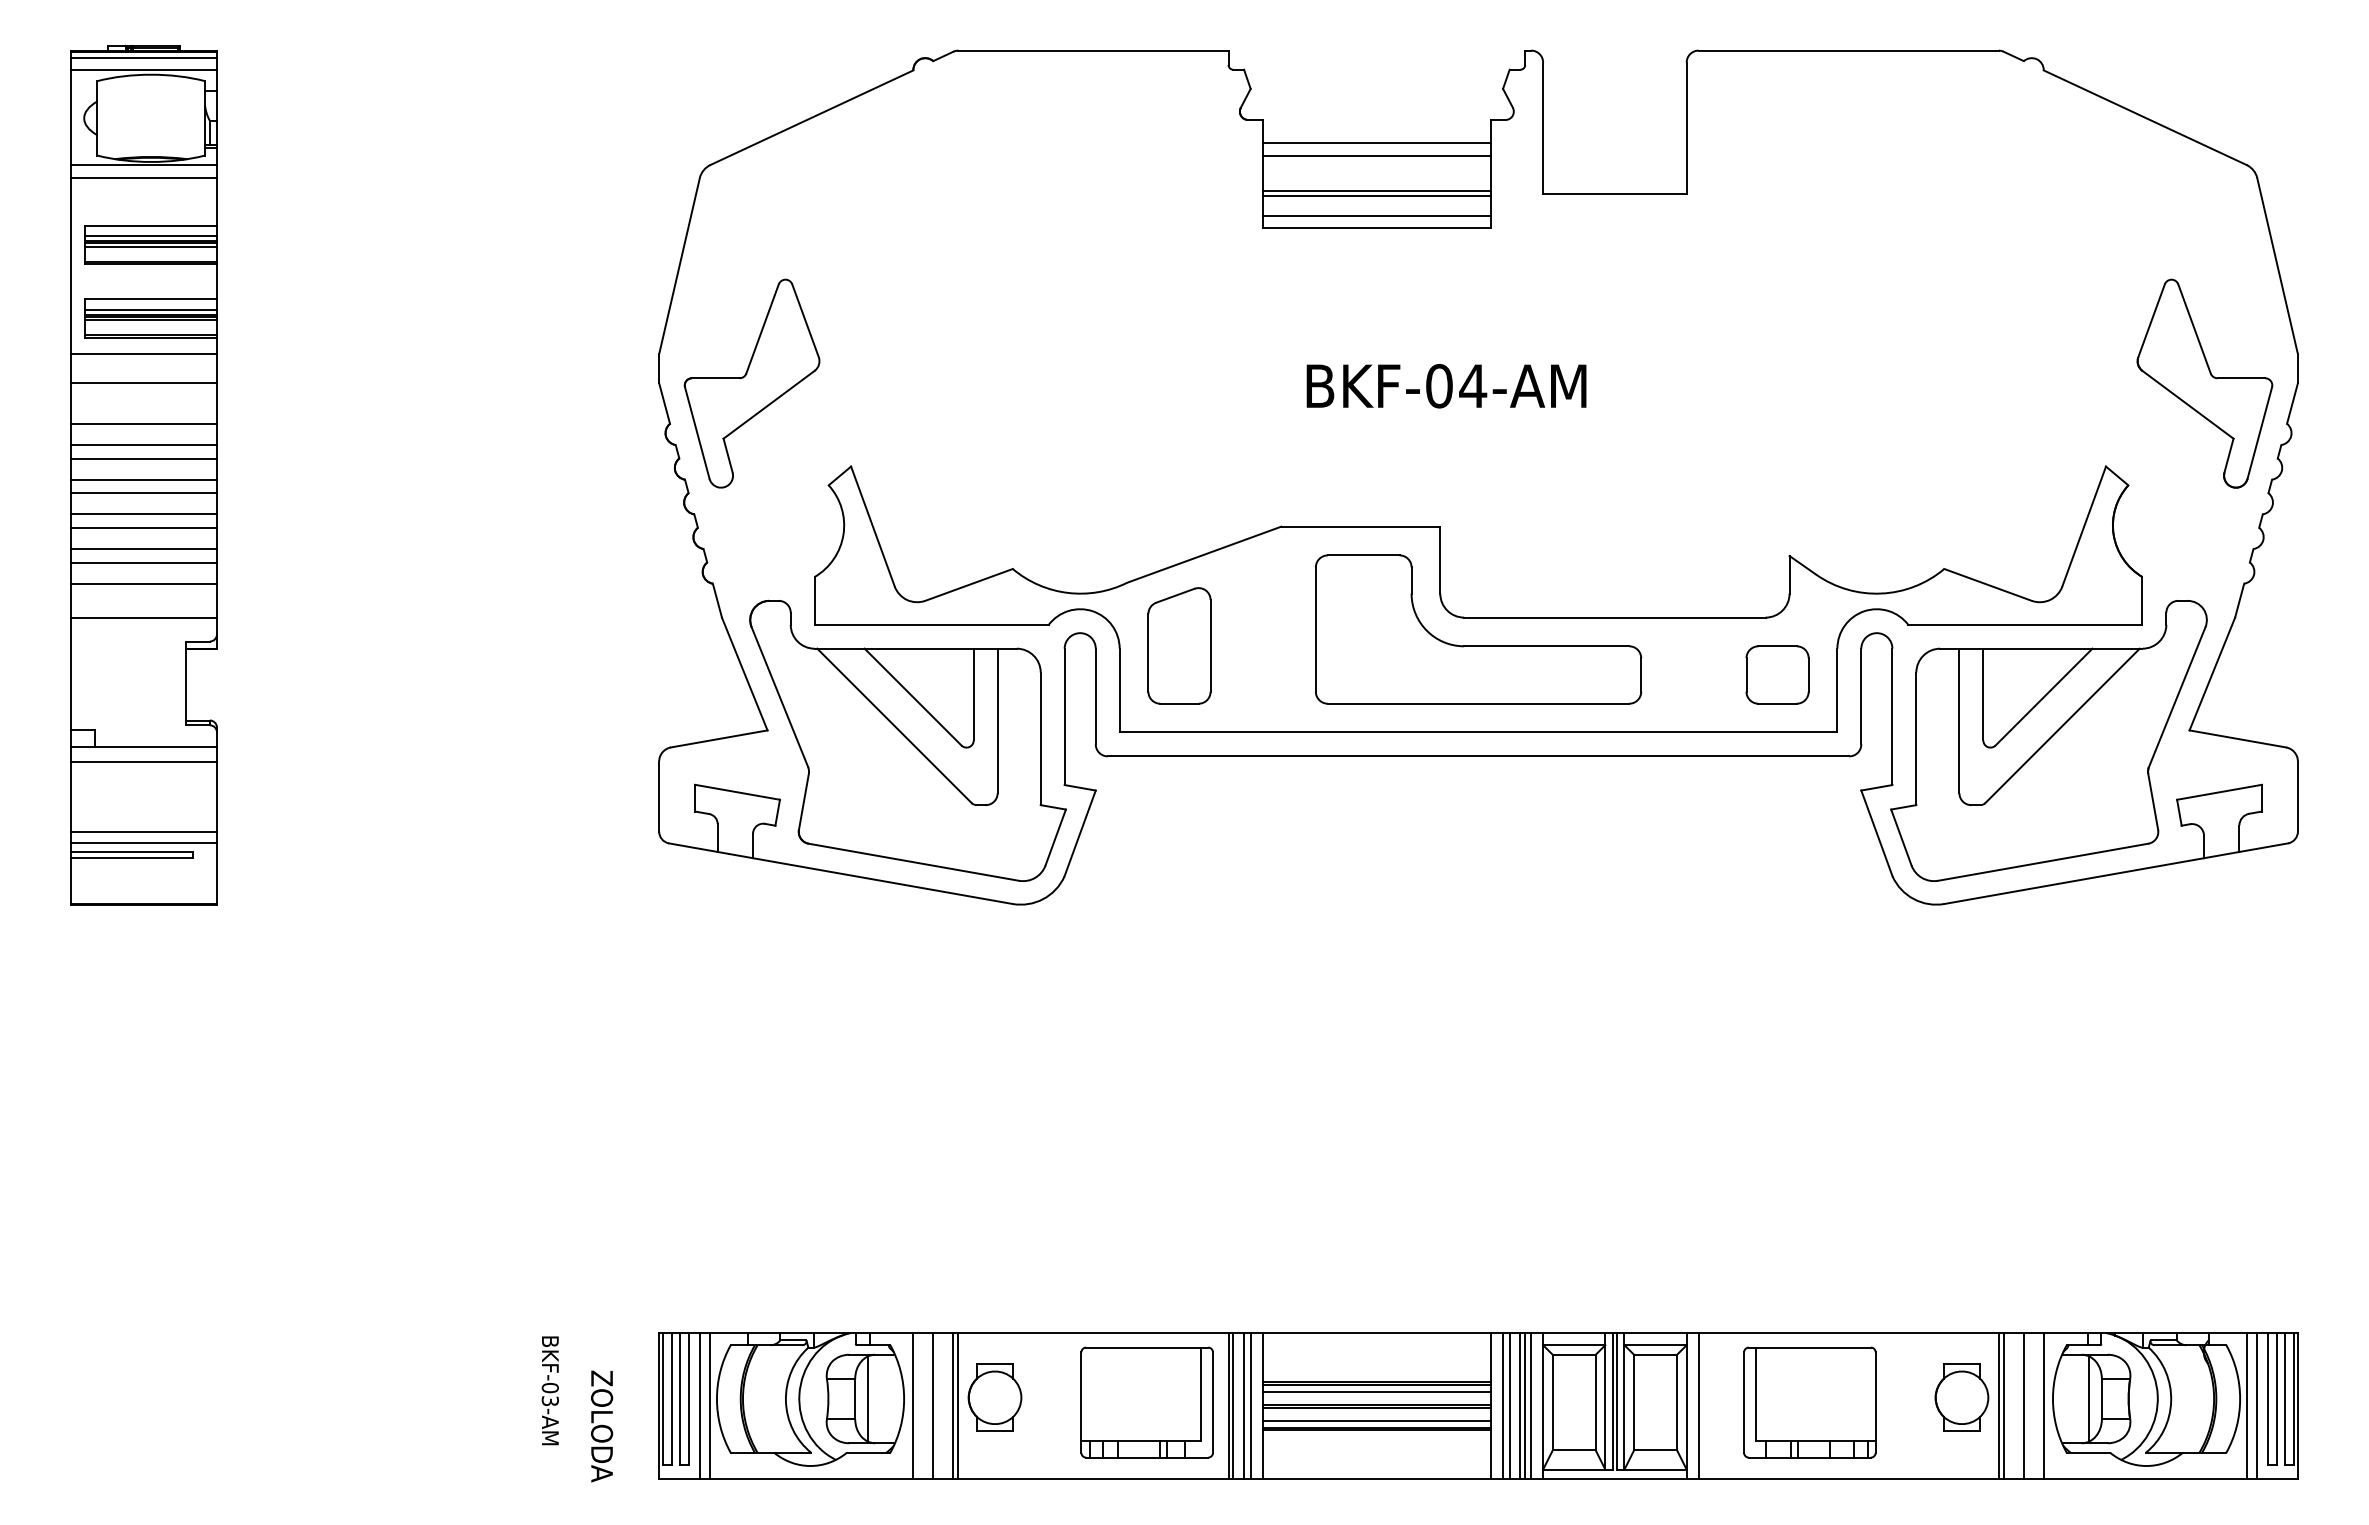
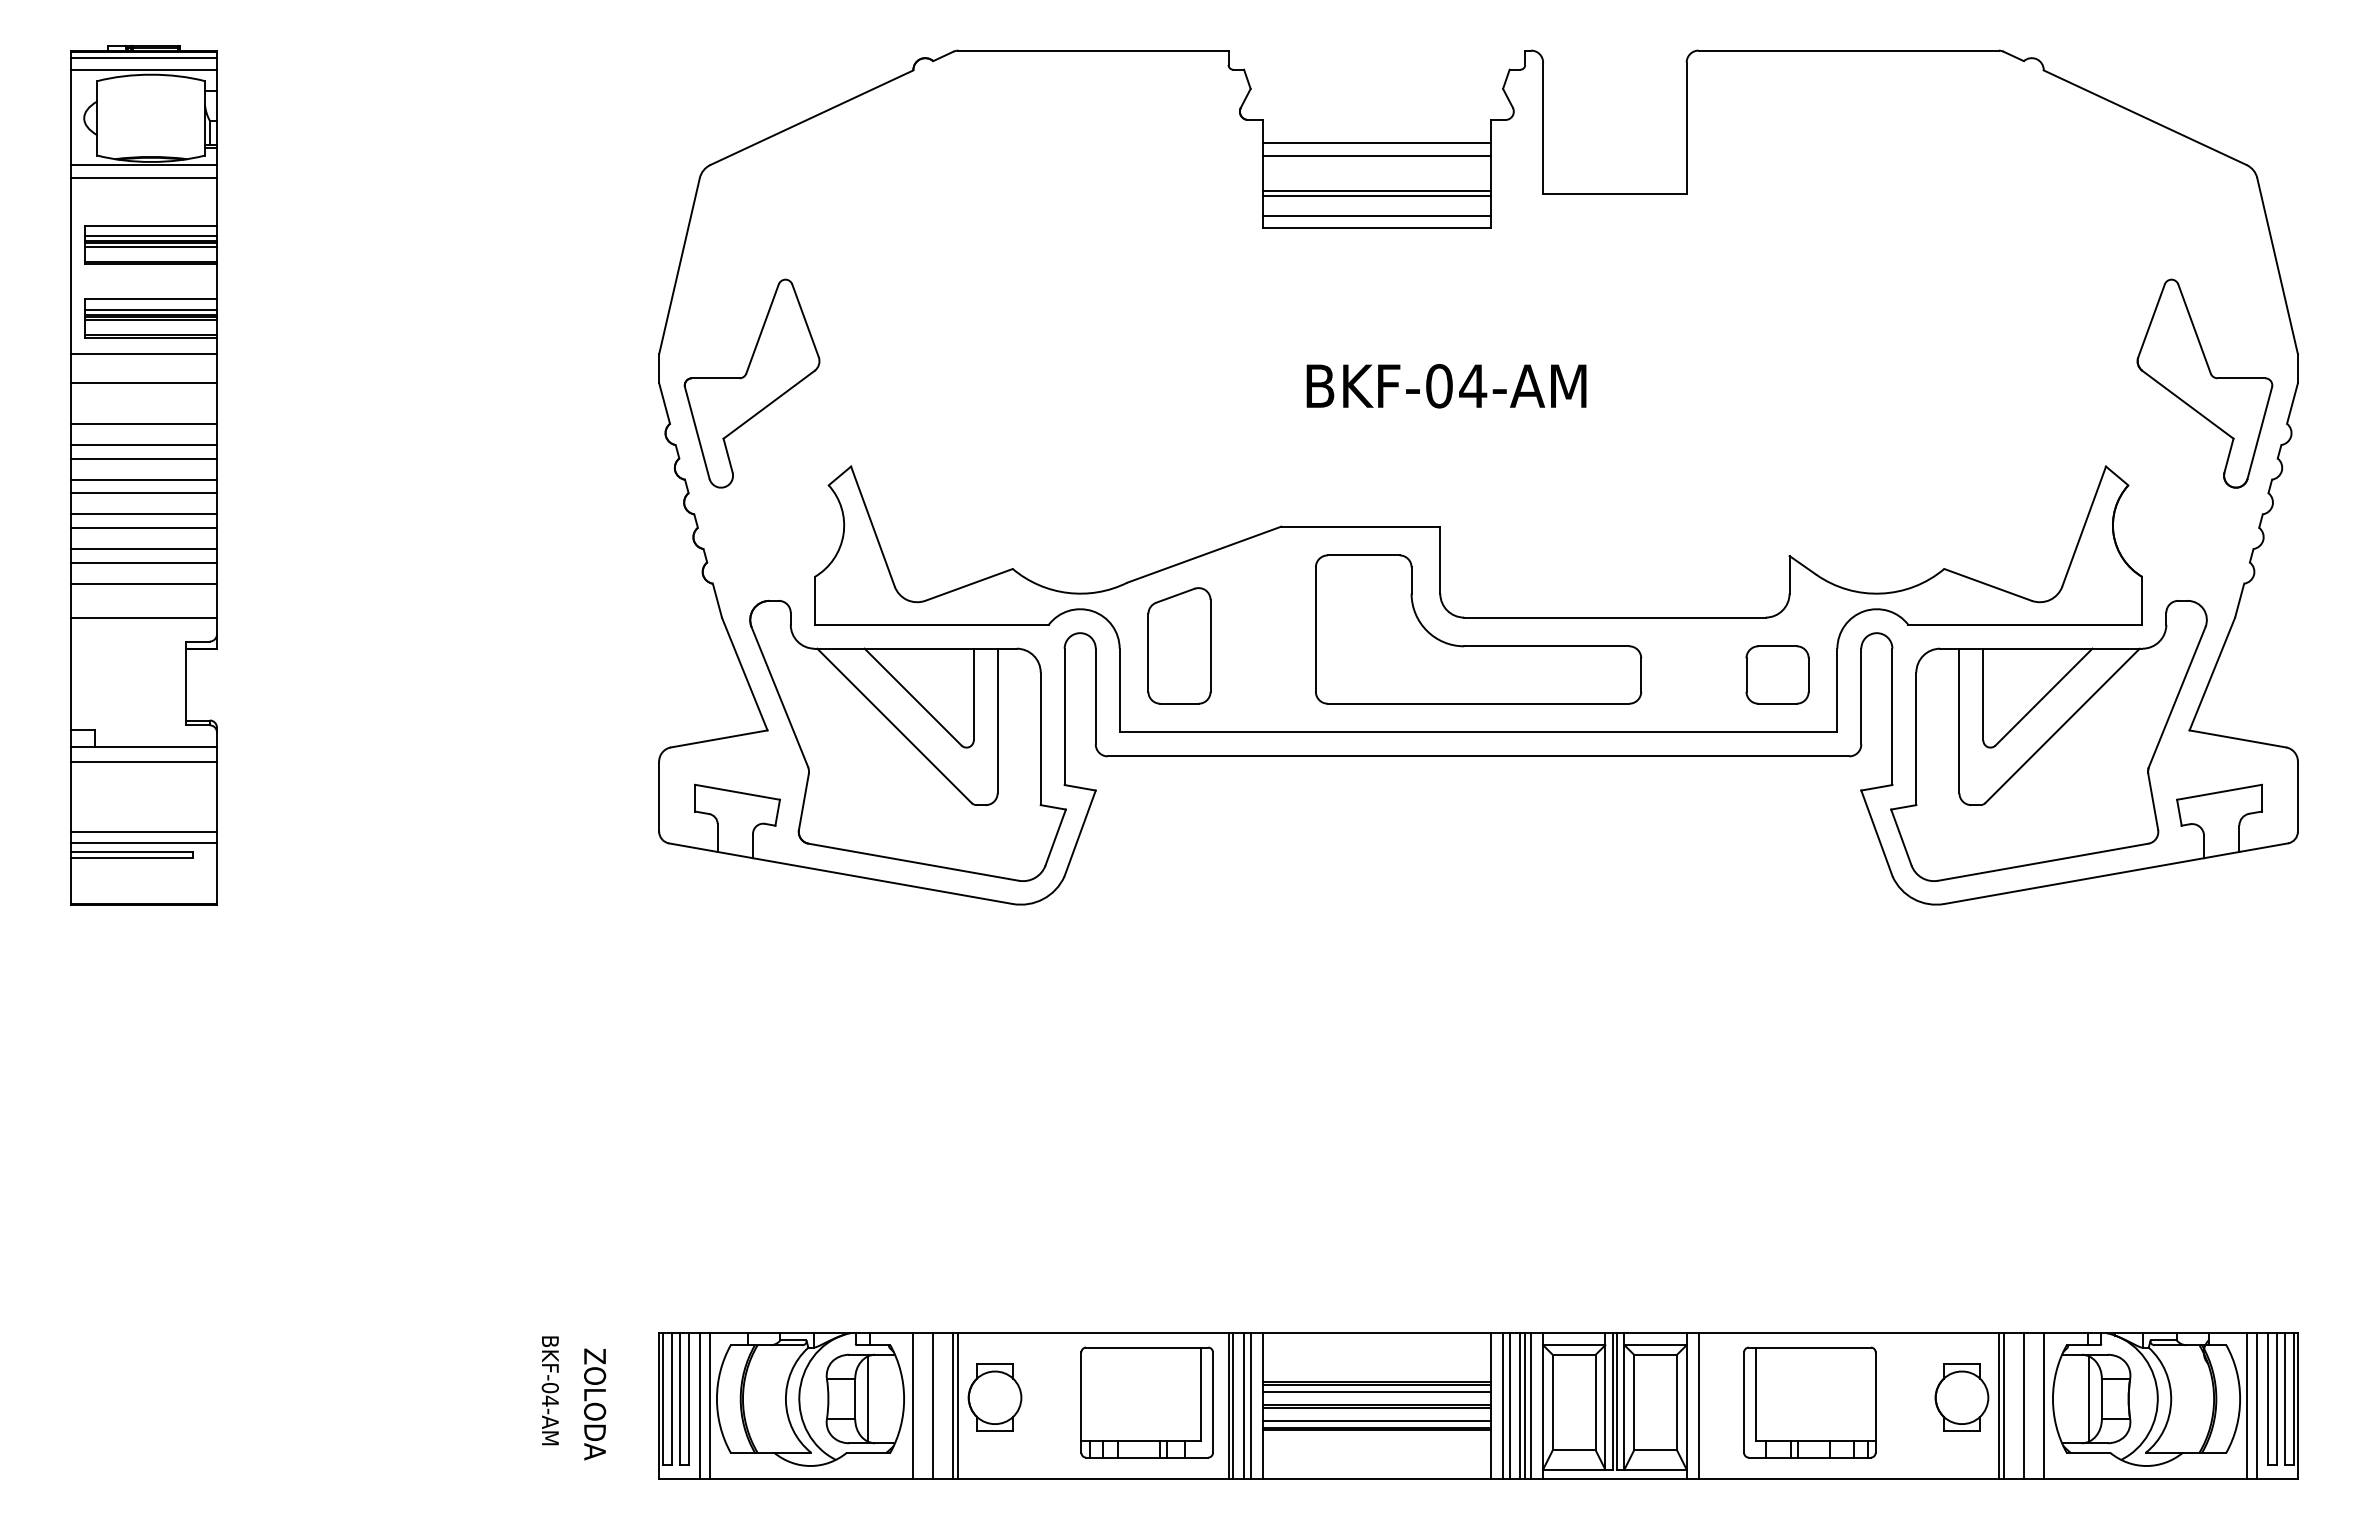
text at (549, 1400): BKF-03-AM -> BKF-04-AM
text at (602, 1426) position: (602, 1426) -> (595, 1404)
